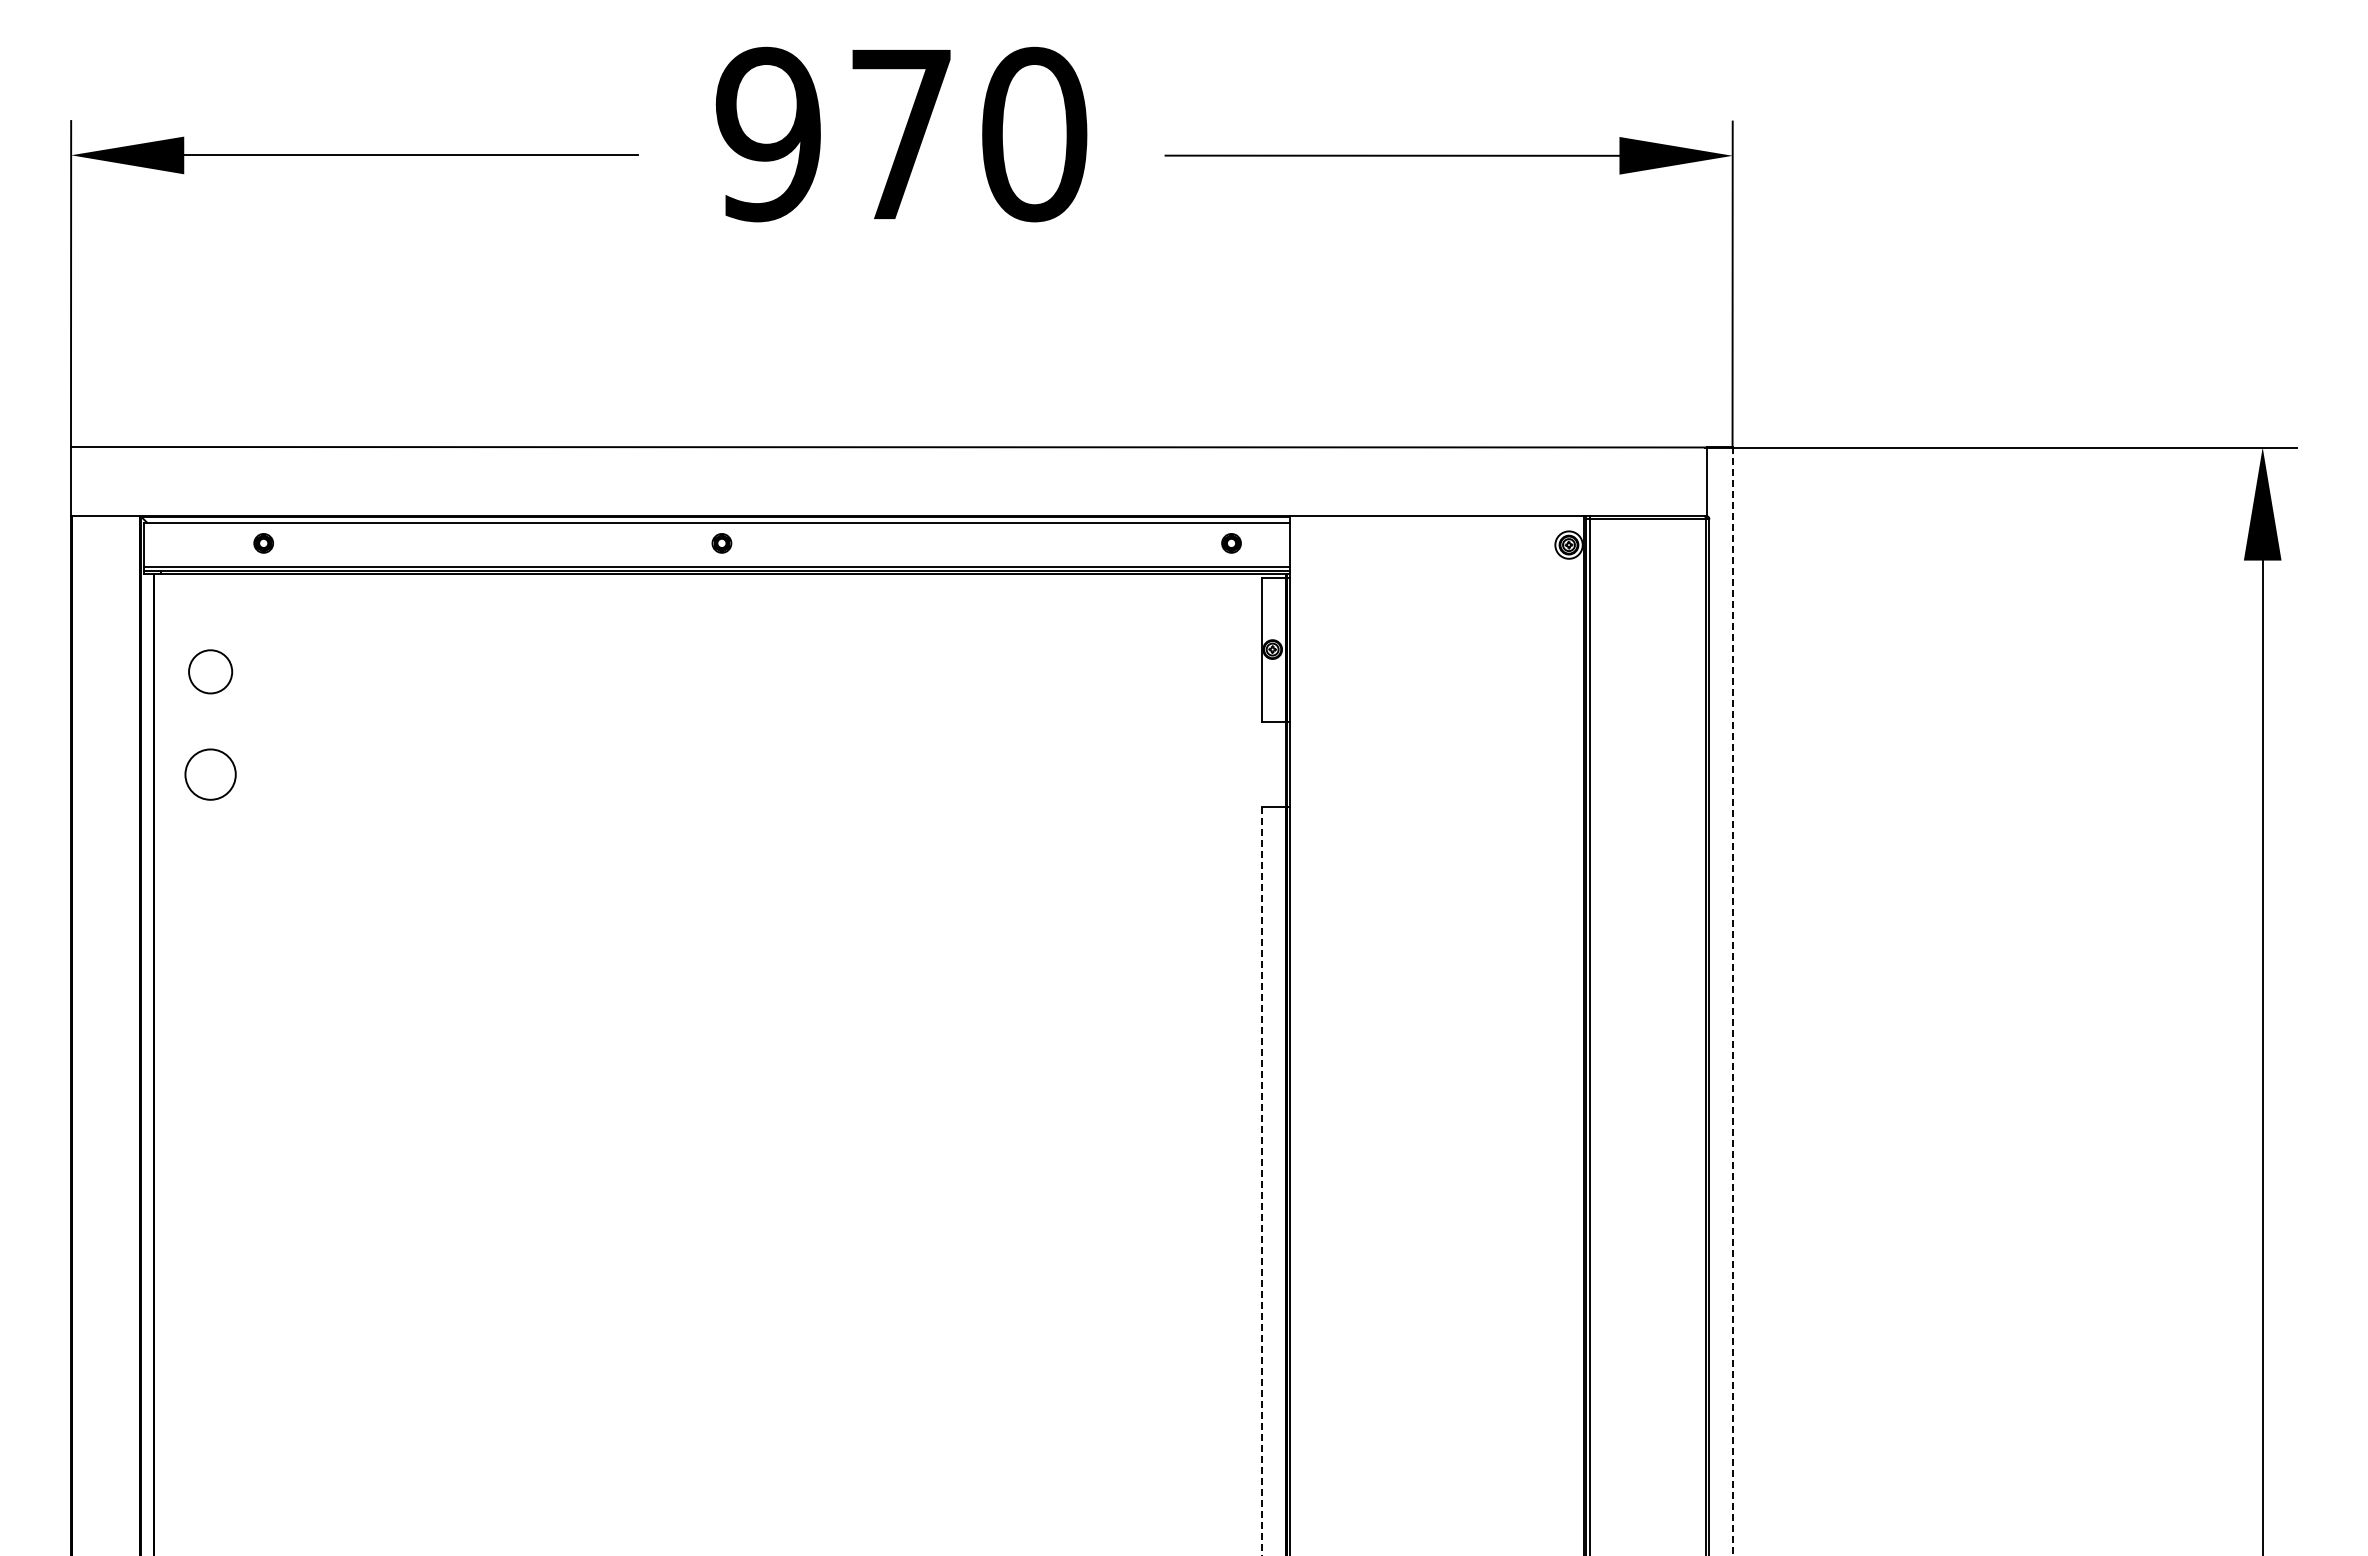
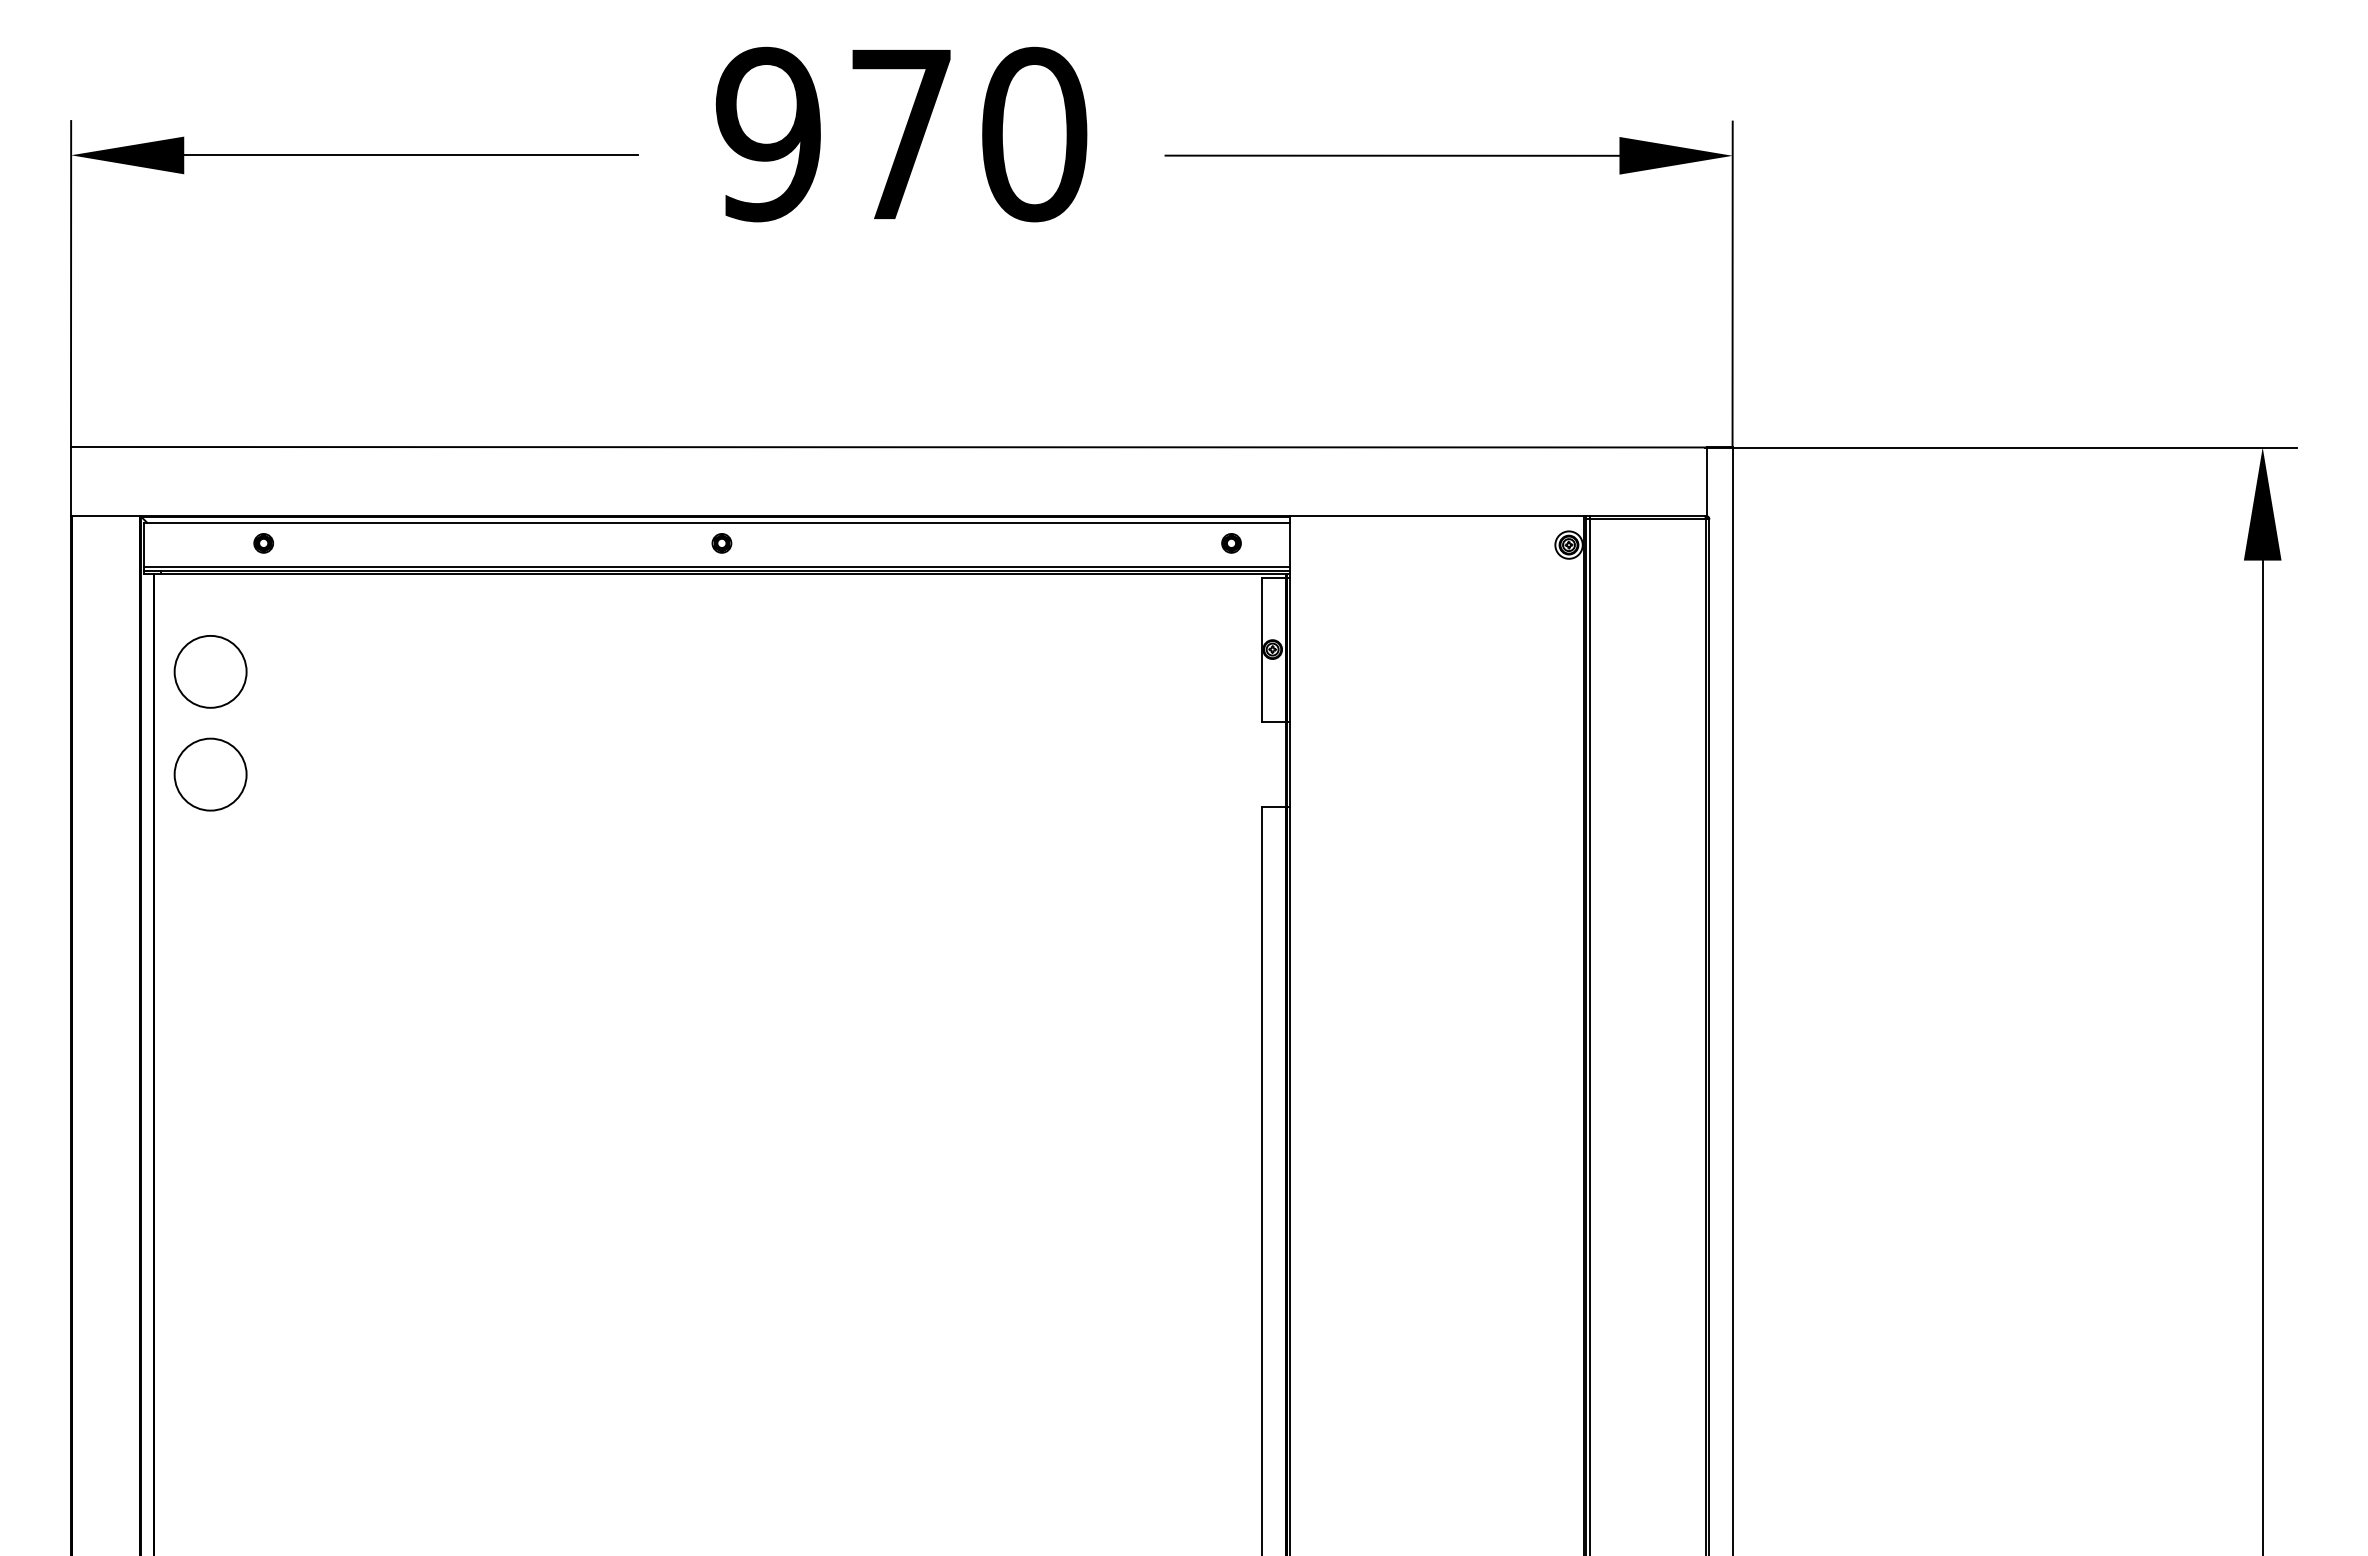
circle at (210, 671) diameter: 43 px -> 72 px
circle at (210, 774) diameter: 50 px -> 72 px
line at (1732, 1001): dashed -> solid
line at (1262, 1181): dashed -> solid
